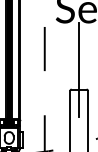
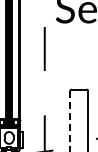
line at (79, 69): present -> none
line at (70, 120): solid -> dashed
